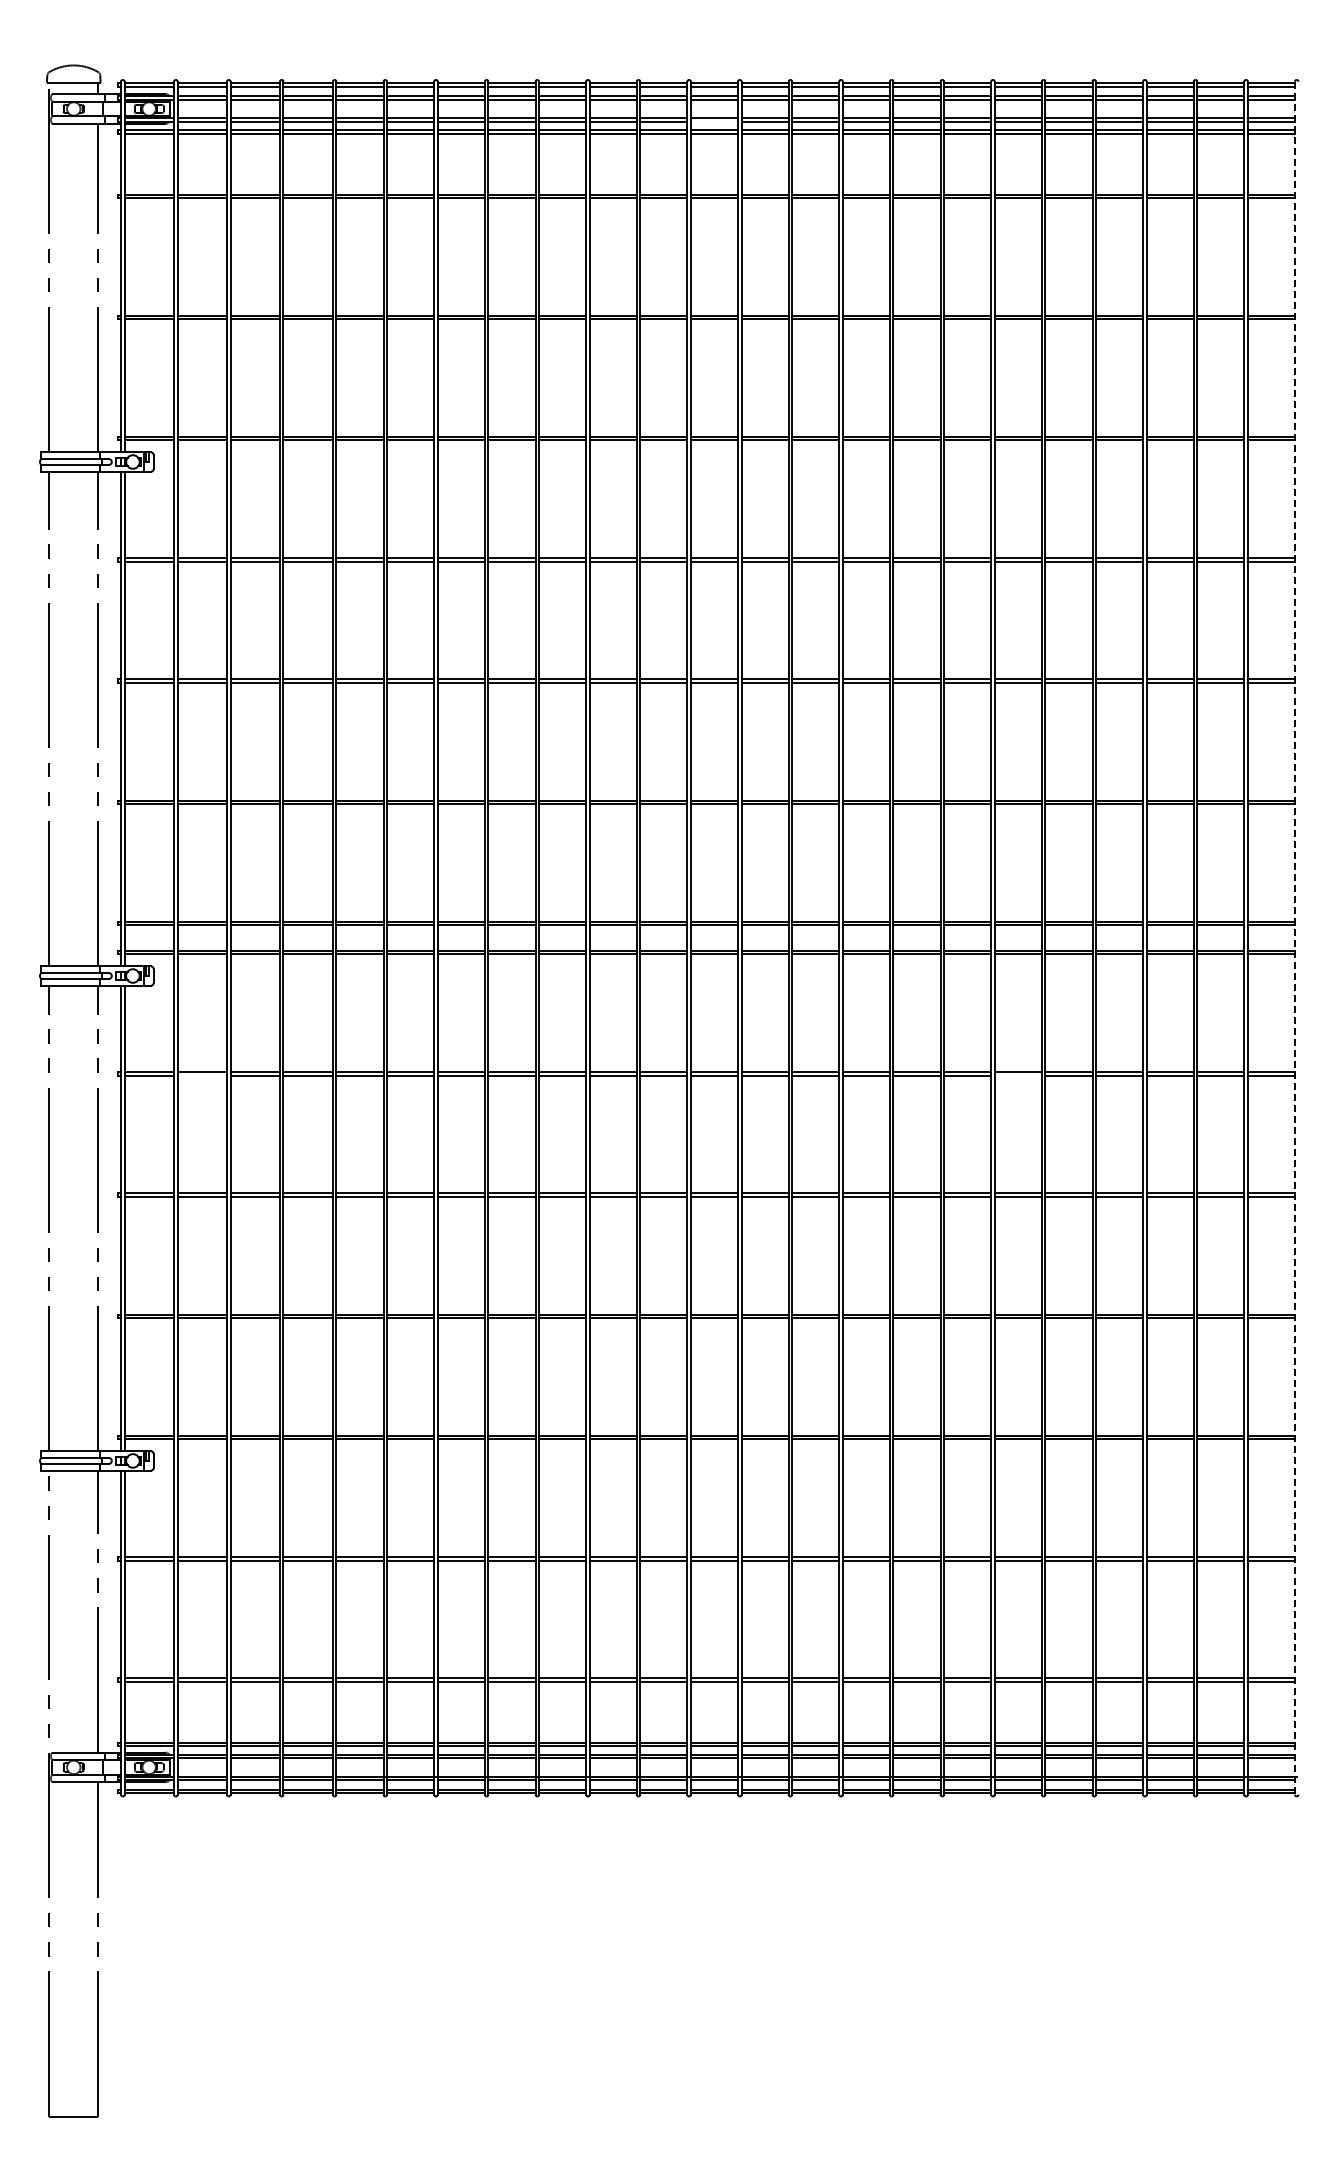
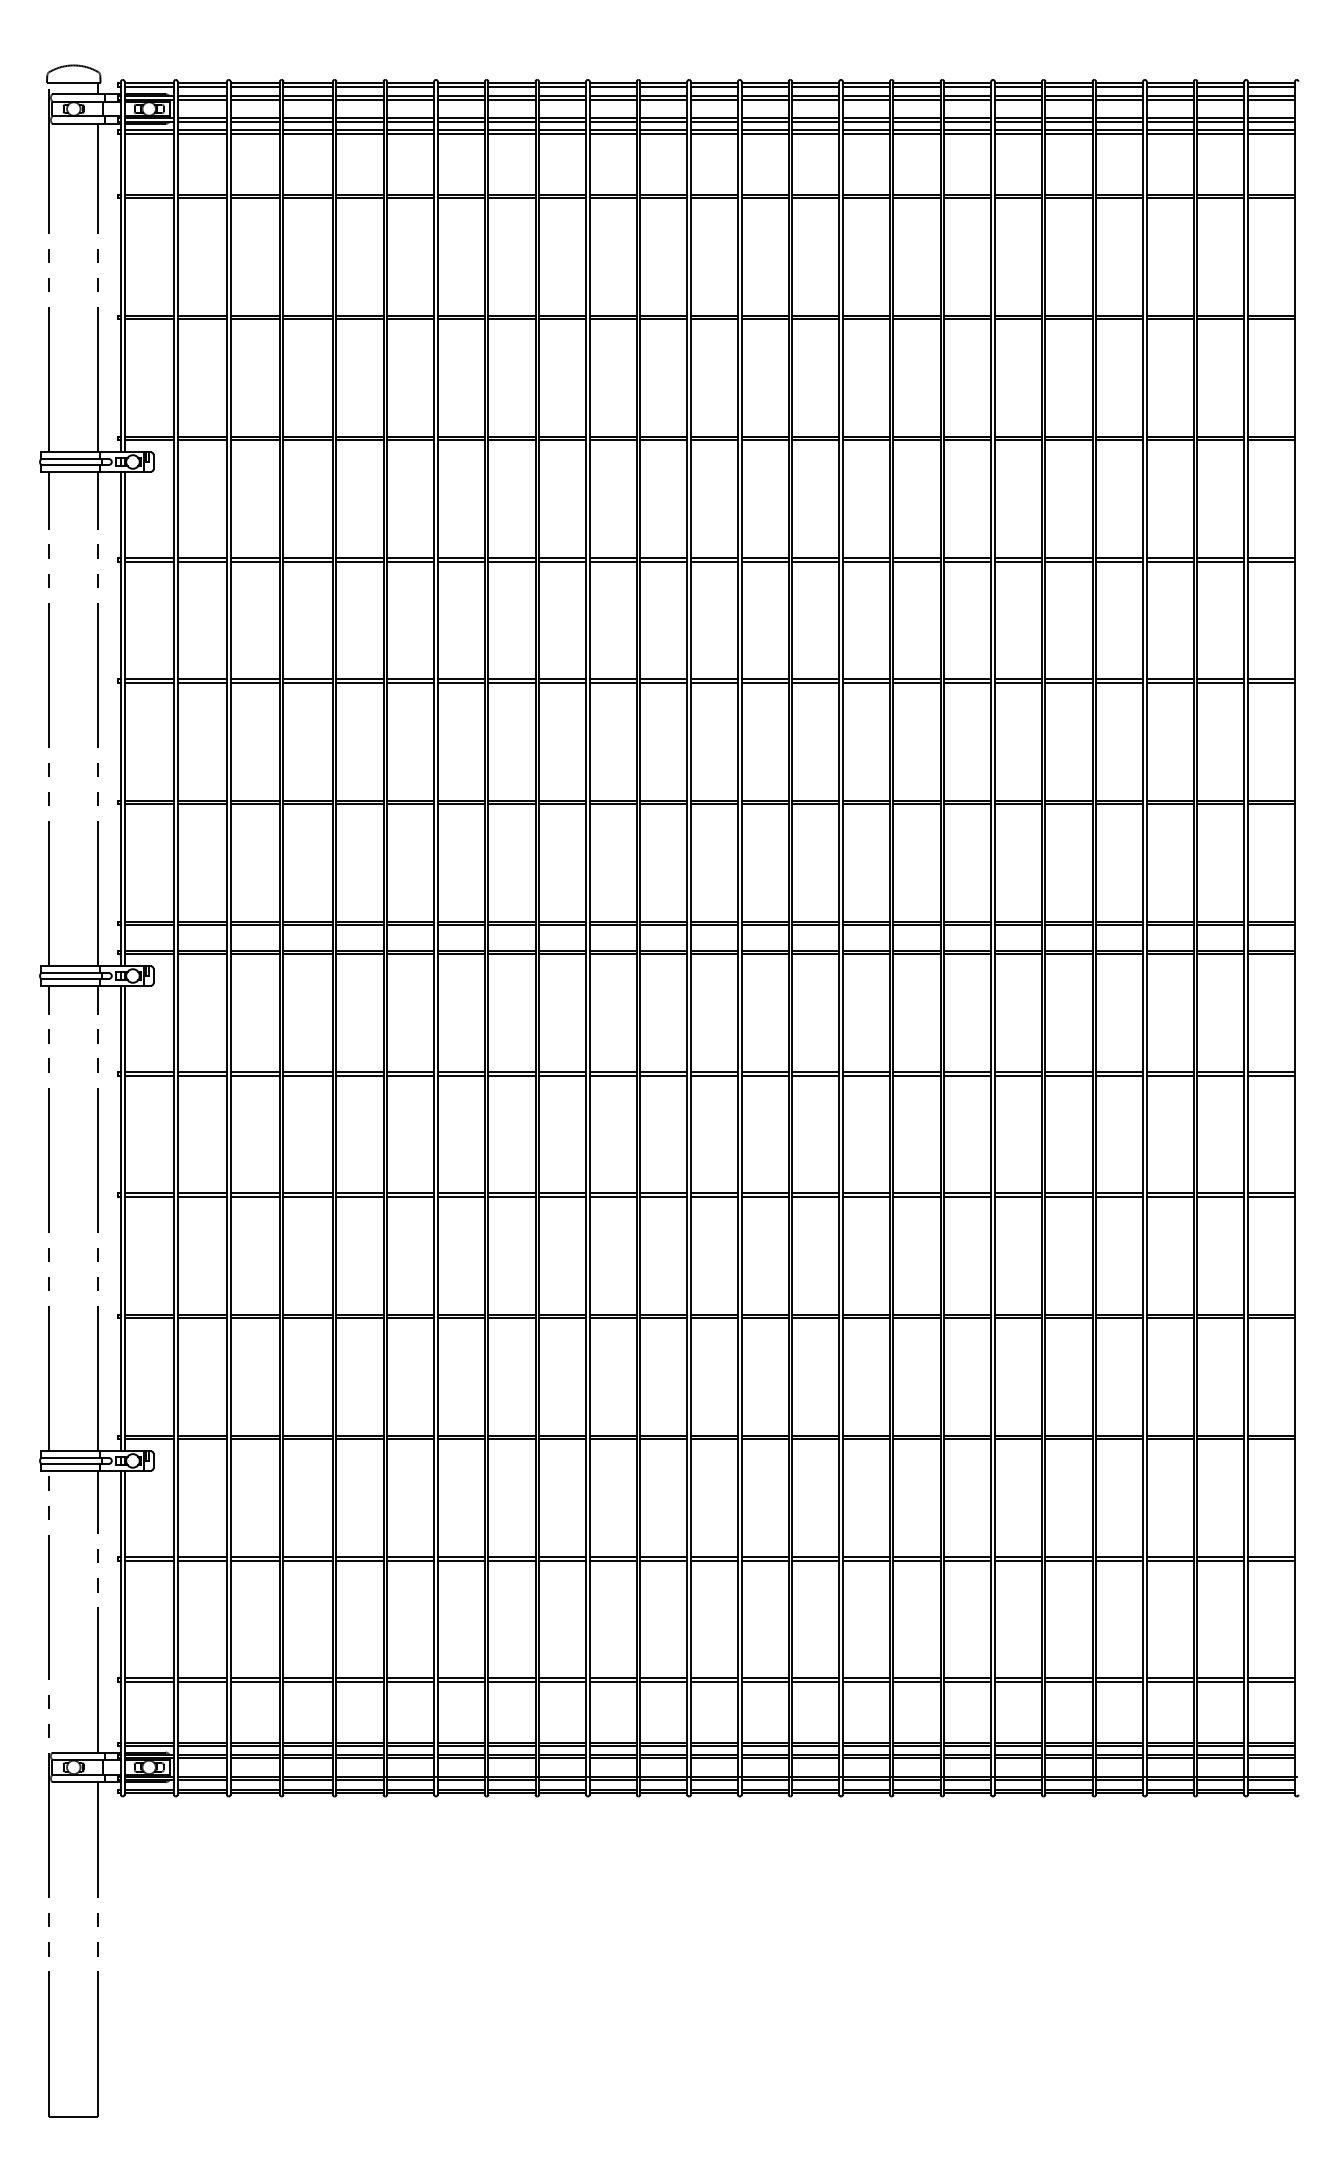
line at (714, 121): none -> present
line at (1295, 938): dashed -> solid
line at (202, 1075): none -> present
line at (1017, 1075): none -> present
